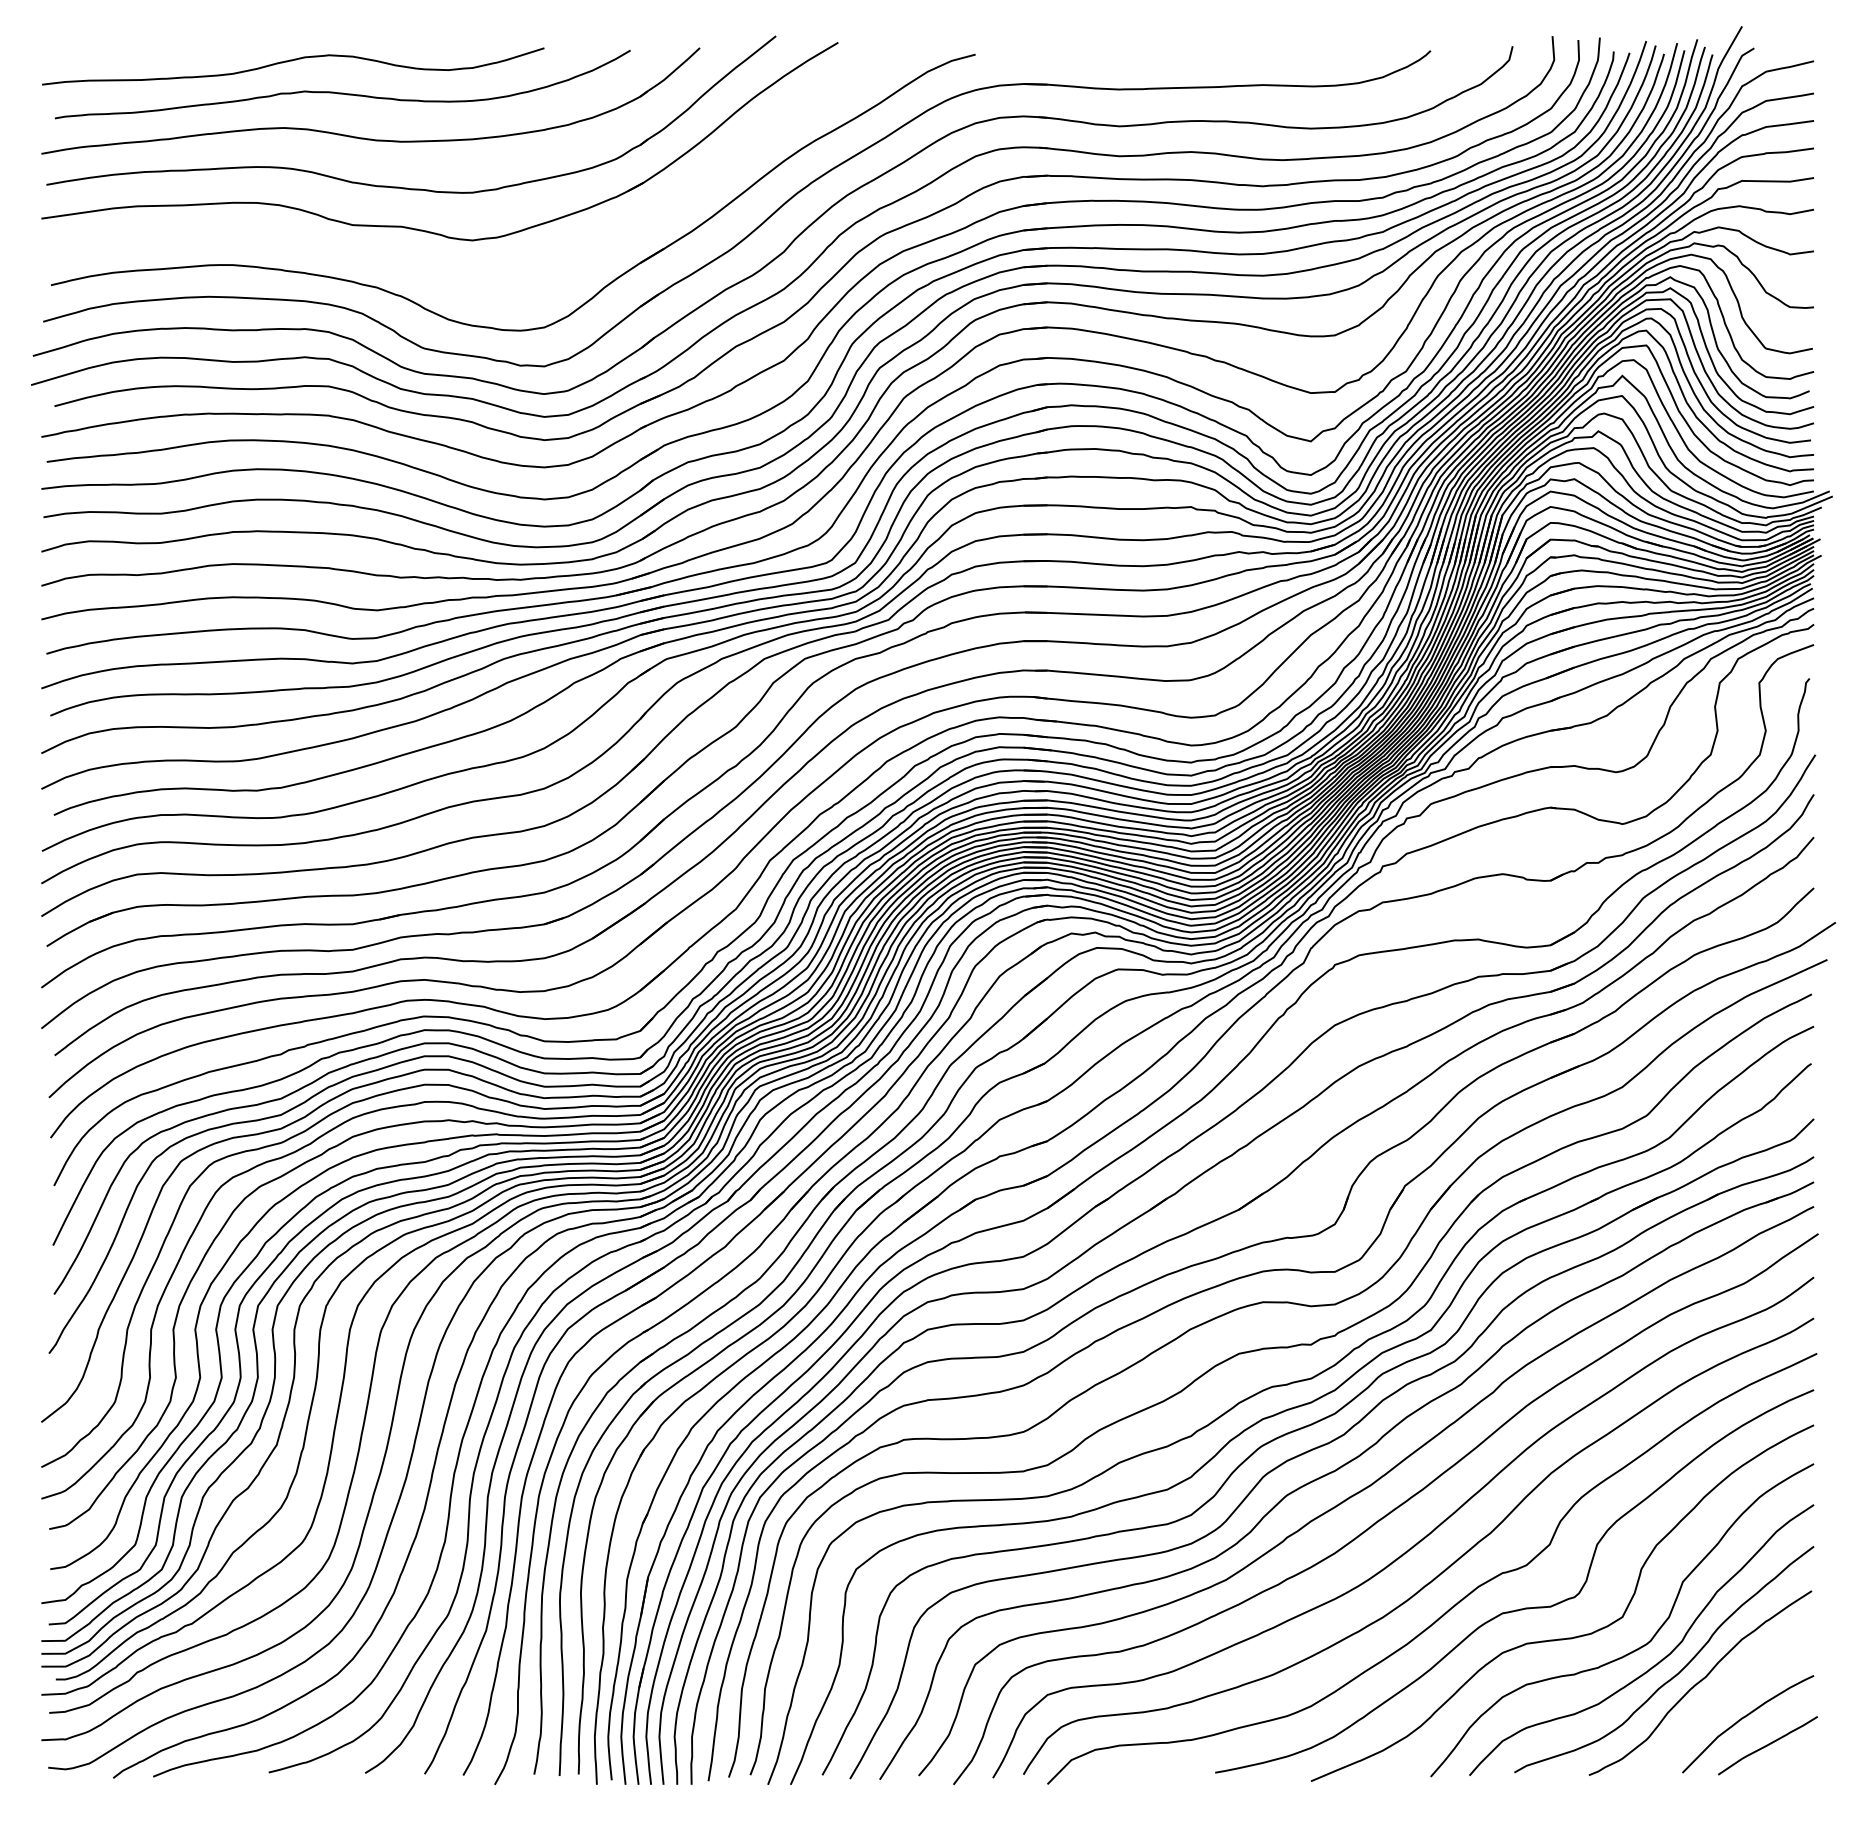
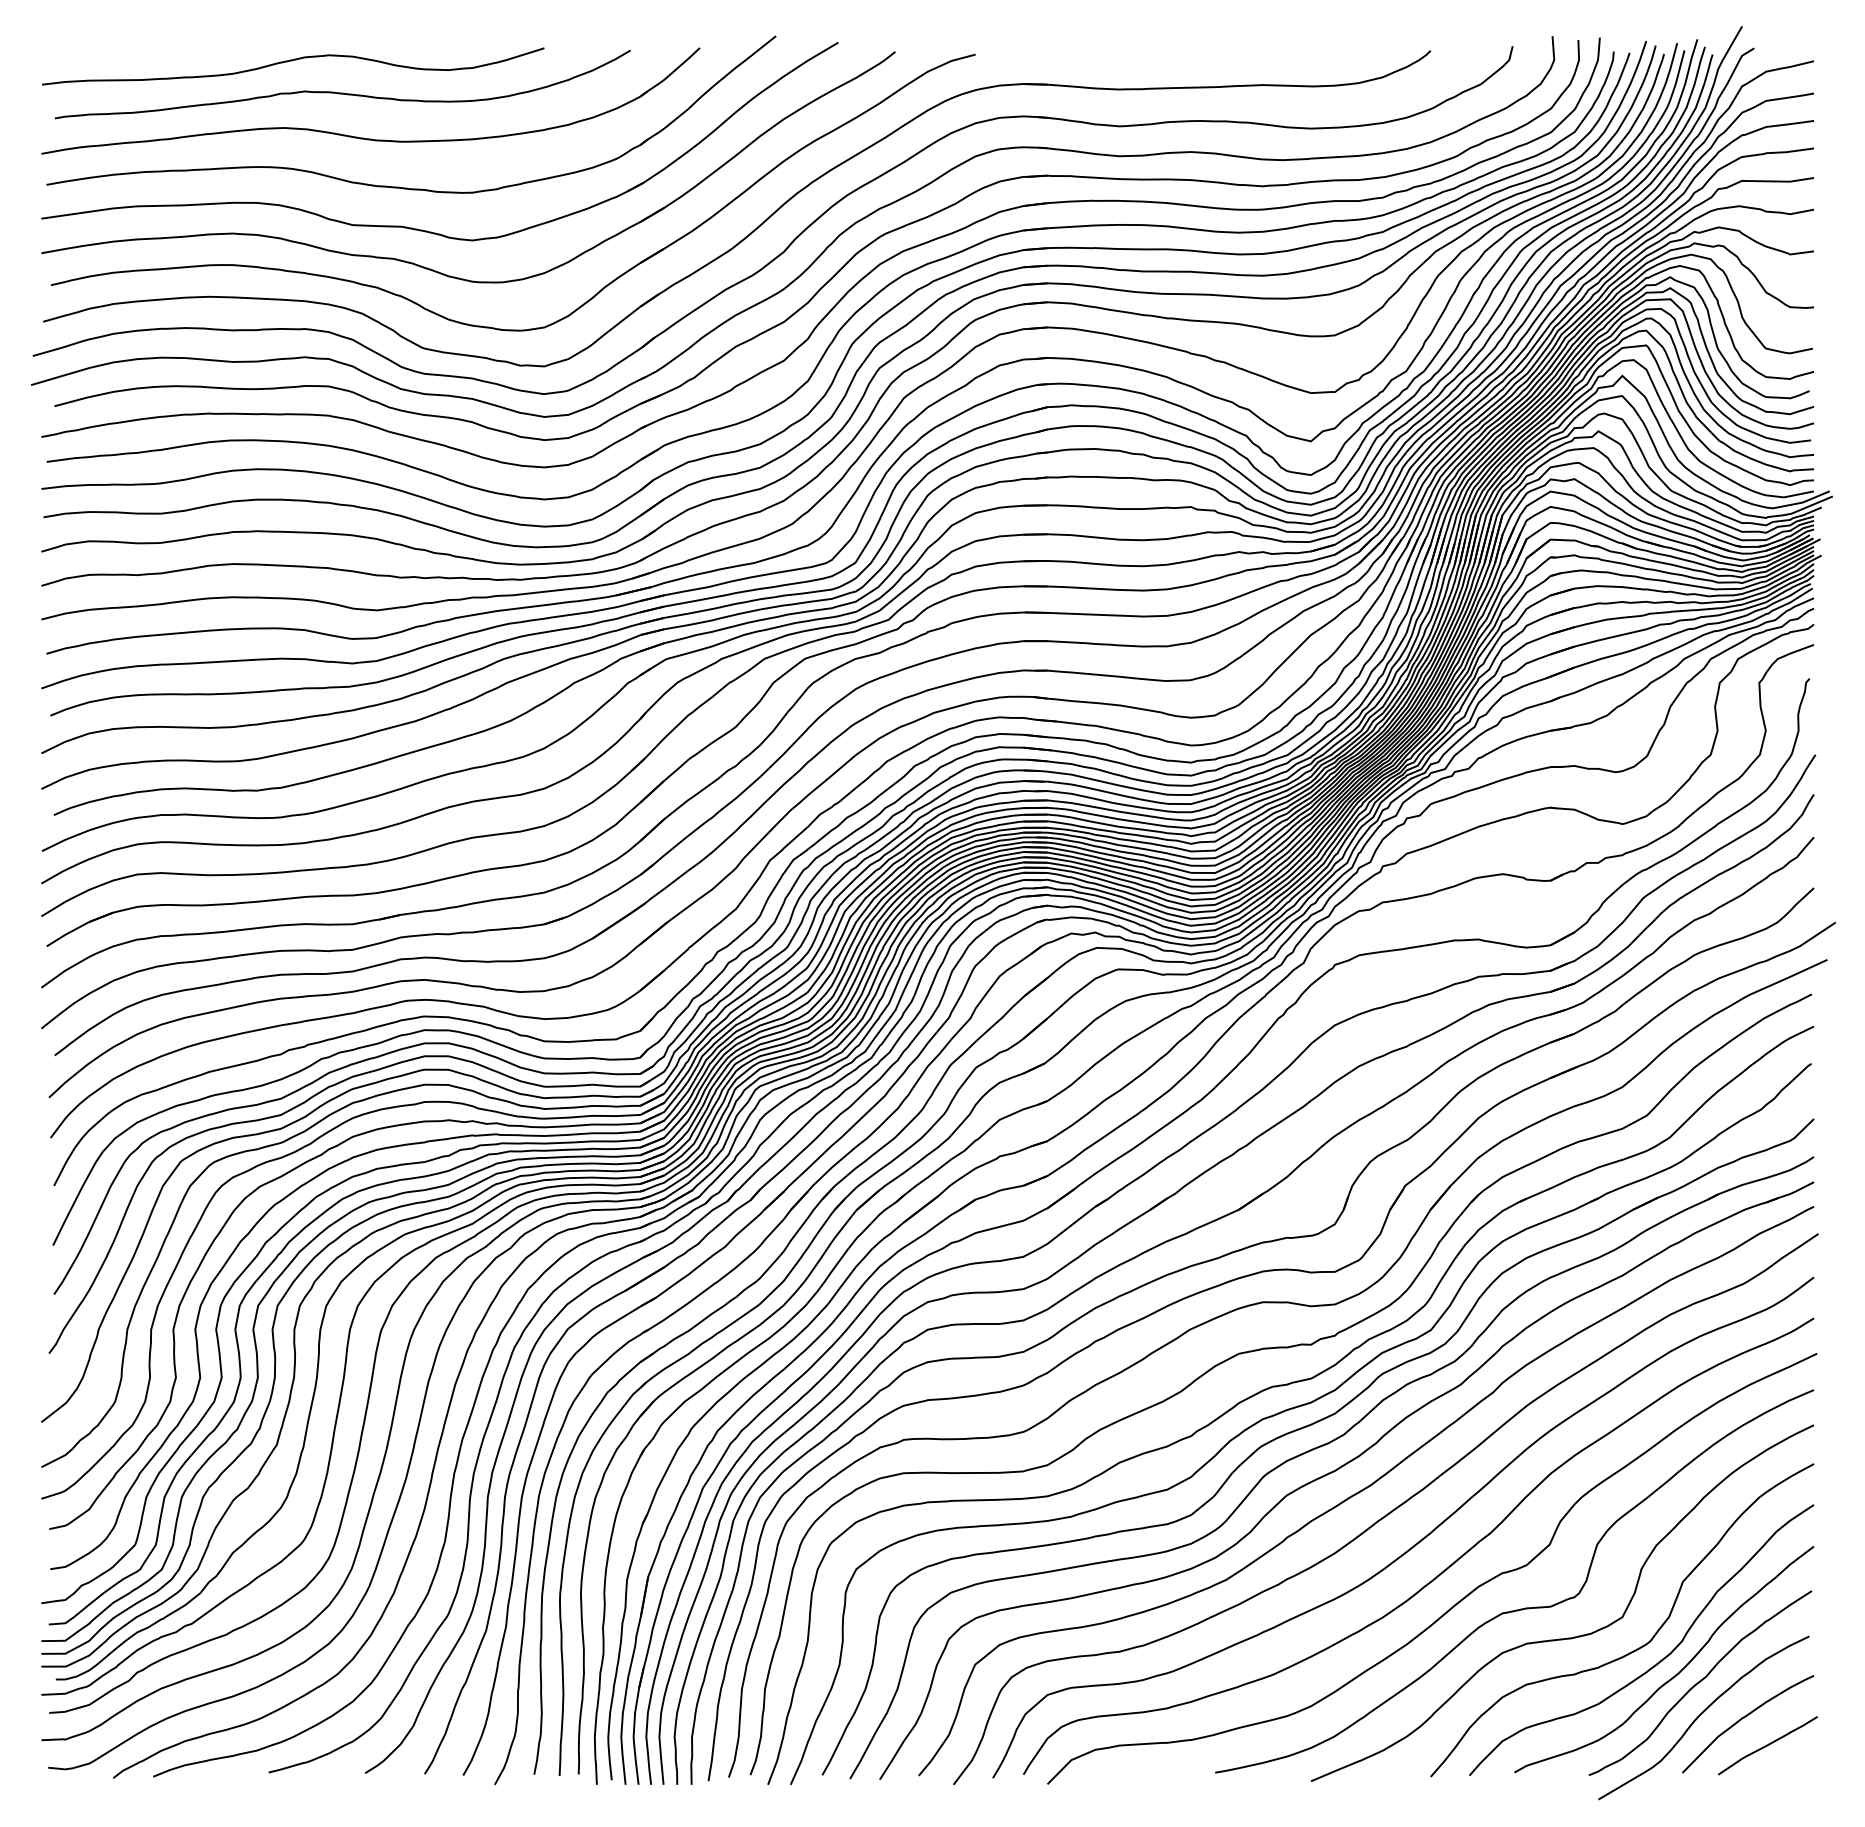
part at (433, 269): none -> present
curve at (1701, 1715): none -> present
